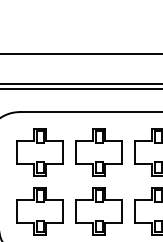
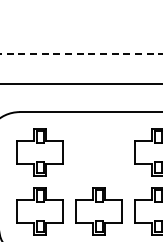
line at (81, 53): solid -> dashed
line at (80, 88): present -> none
part at (98, 152): present -> none
